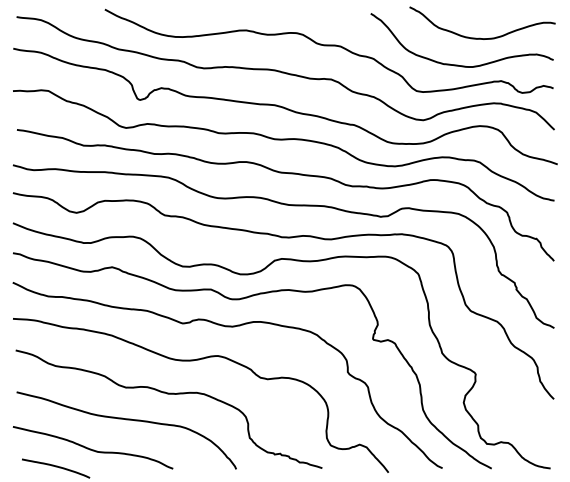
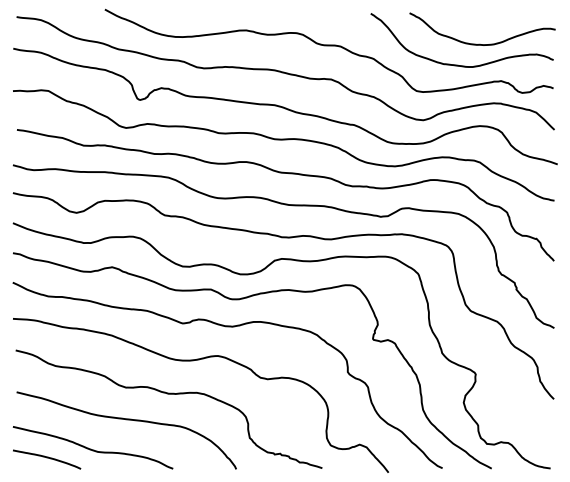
curve at (479, 37) position: (479, 37) -> (479, 43)
curve at (56, 467) position: (56, 467) -> (47, 458)
